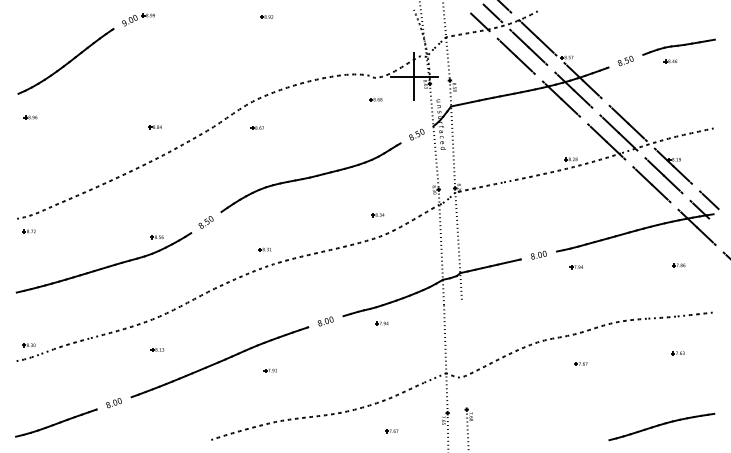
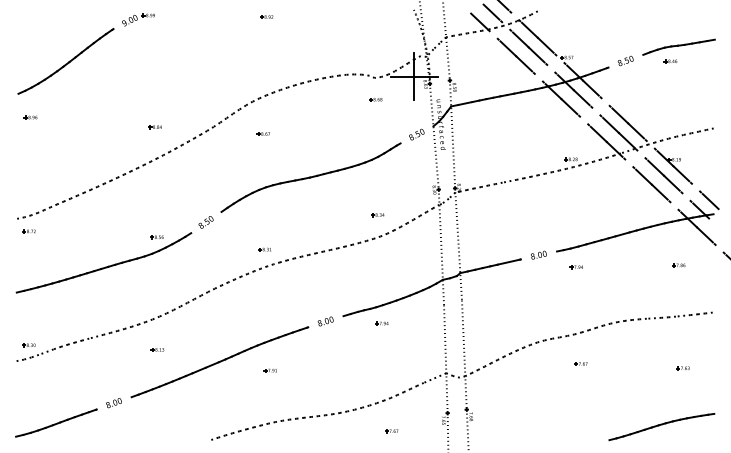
part at (256, 127) position: (256, 127) -> (262, 133)
part at (677, 353) position: (677, 353) -> (682, 368)
line at (463, 354): none -> present
